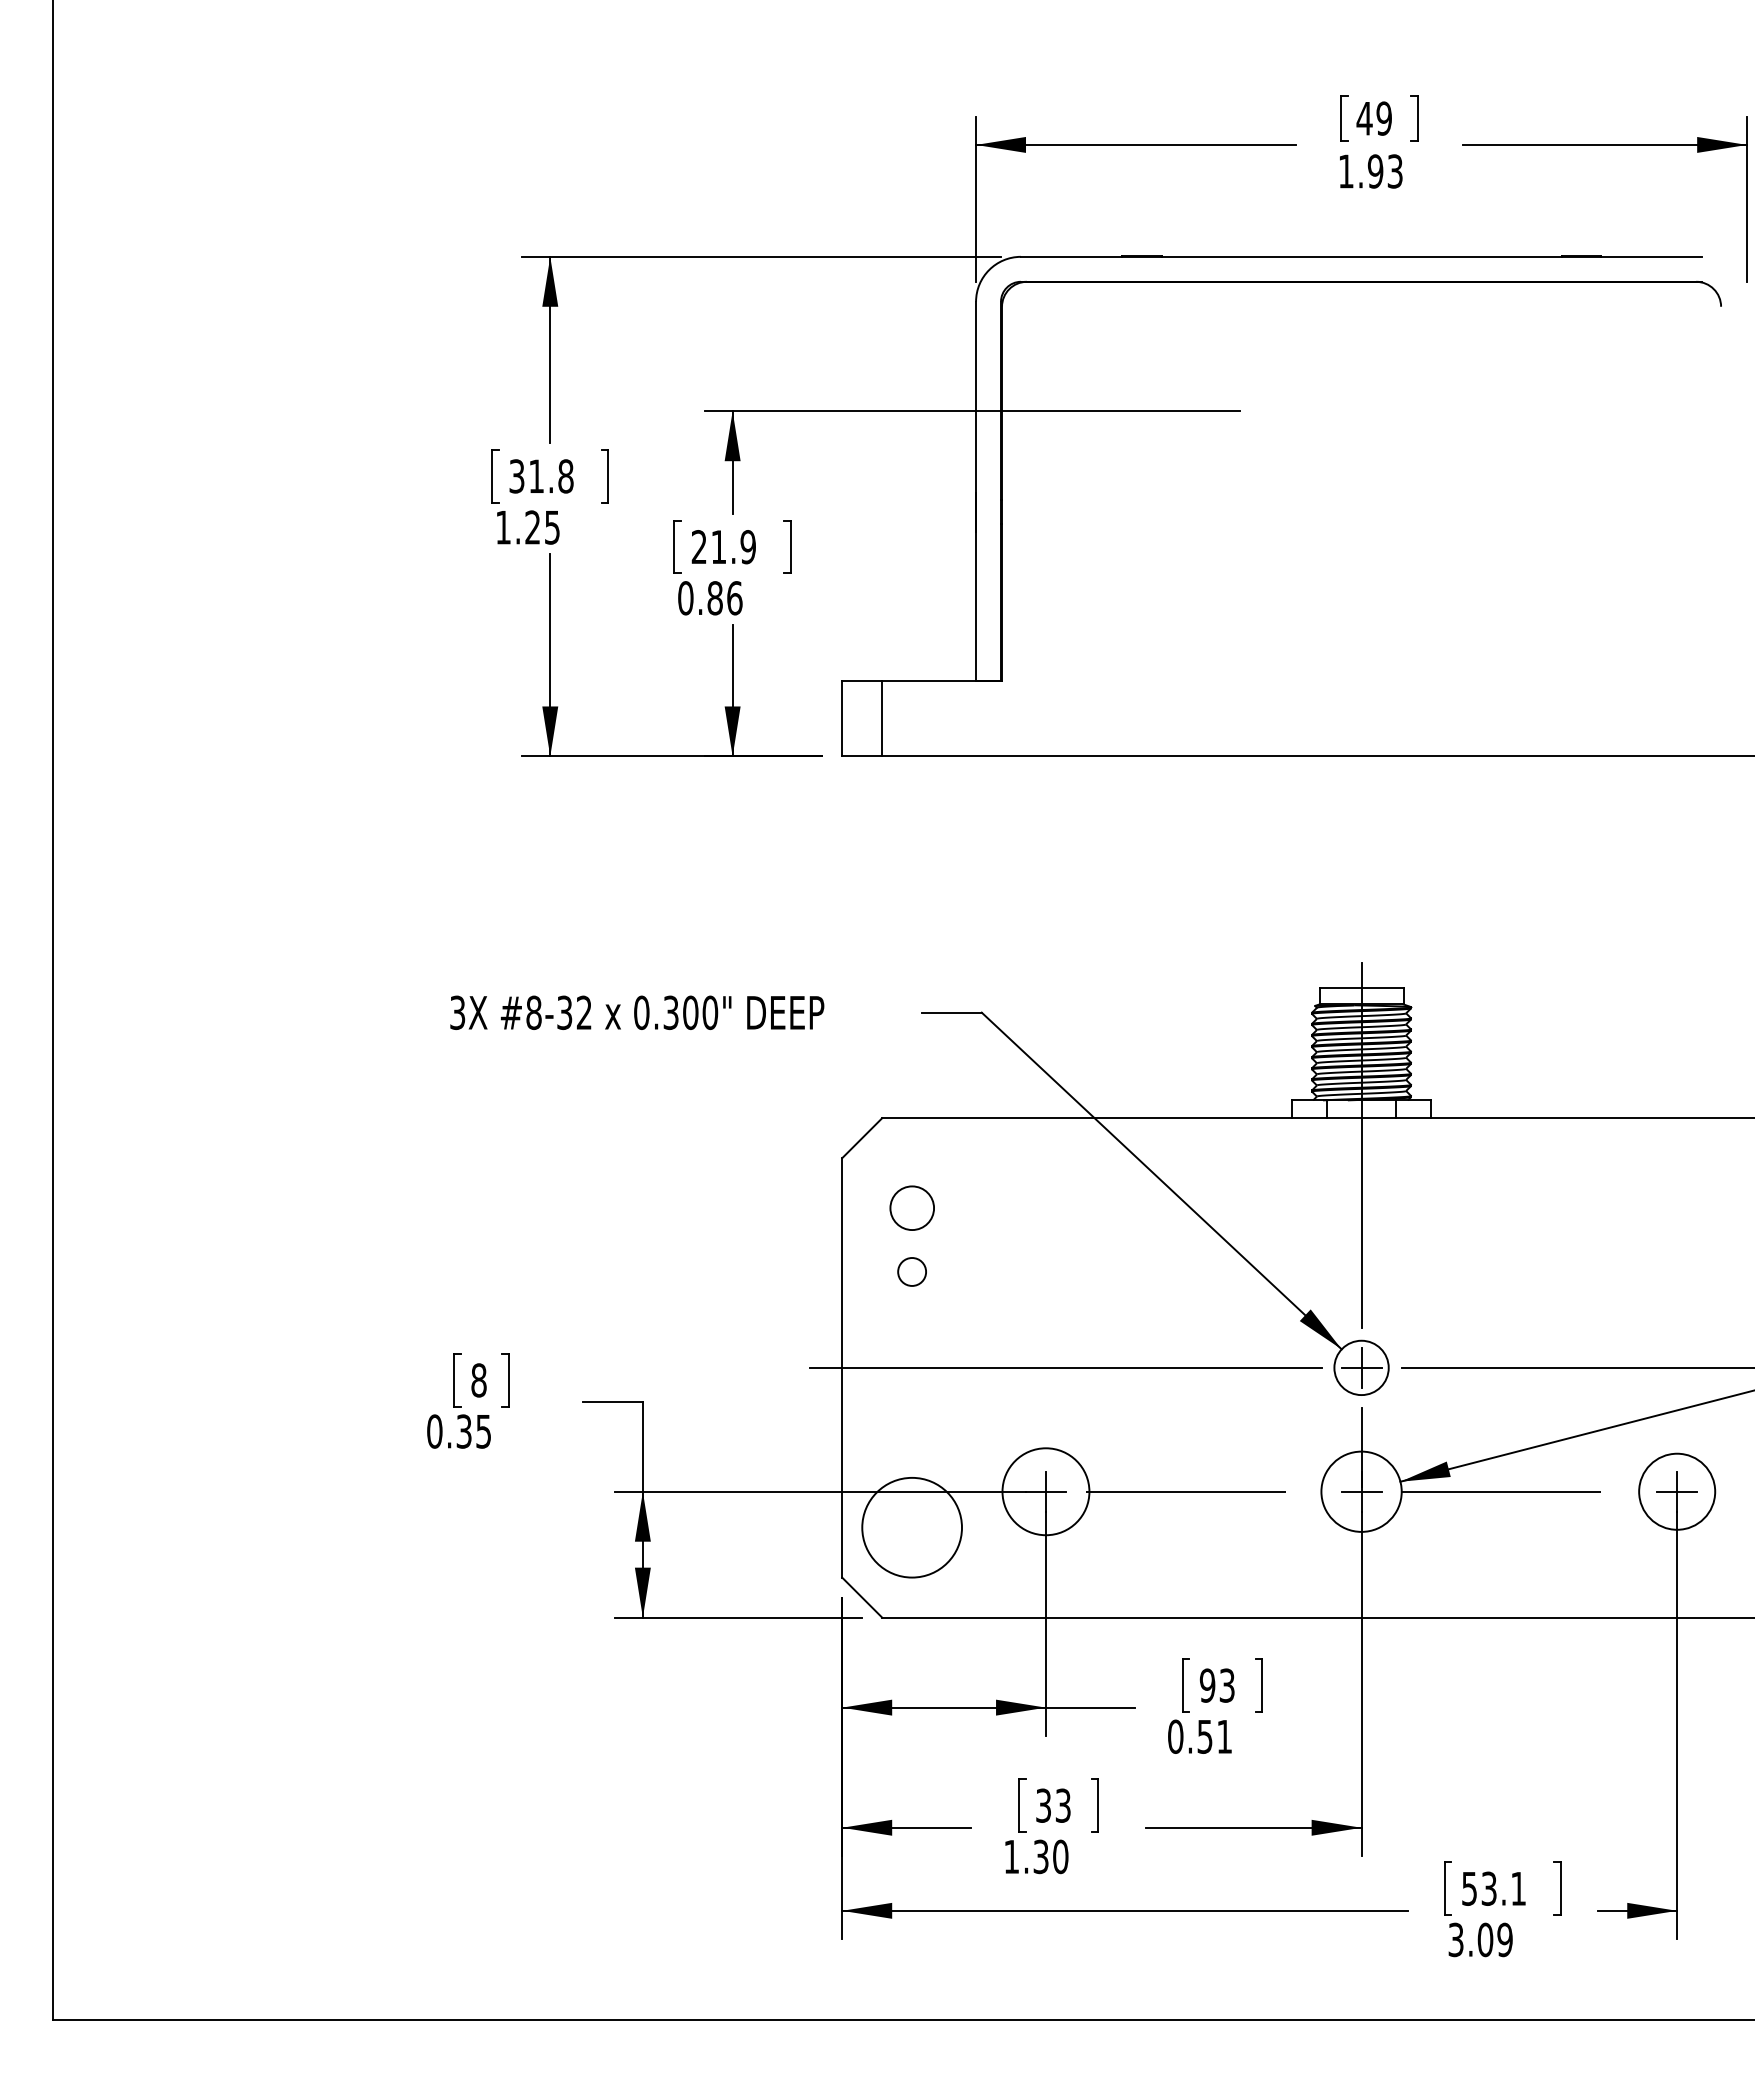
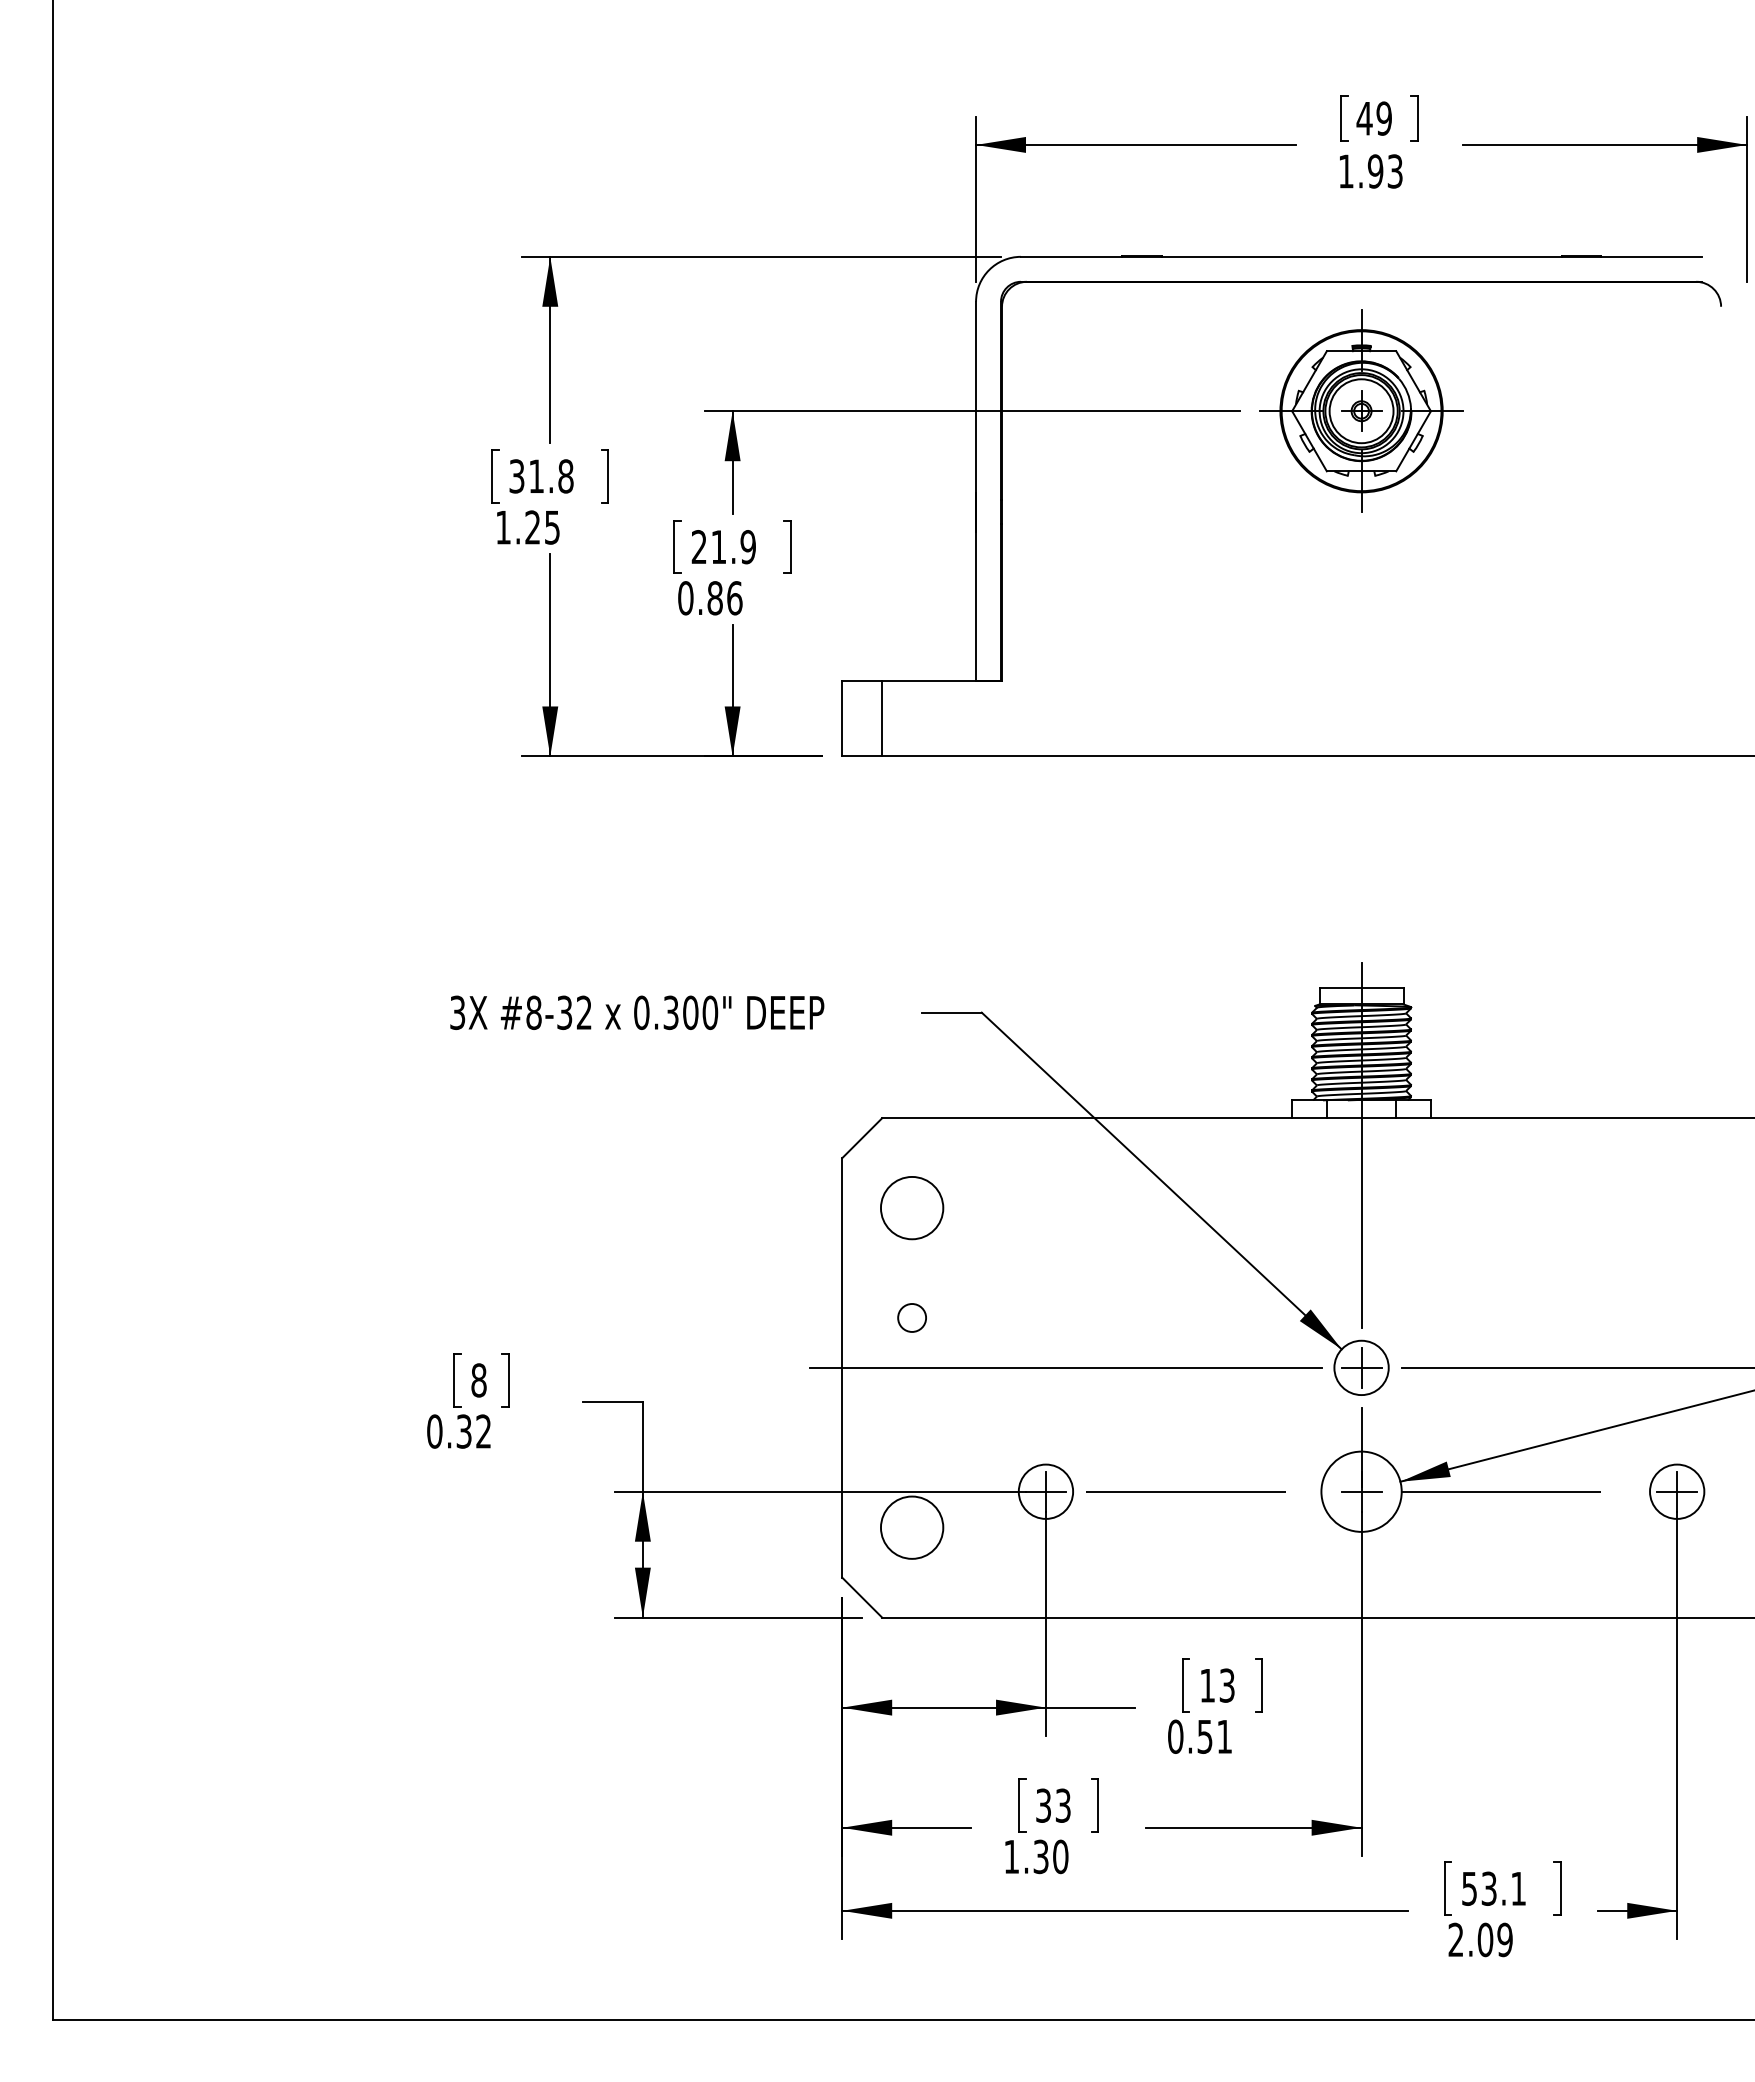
part at (1361, 410): none -> present
circle at (911, 1207) size: 46x46 px -> 65x65 px
circle at (911, 1271) position: (911, 1271) -> (911, 1317)
text at (483, 1431): 0.35 -> 0.32
circle at (1045, 1491) diameter: 87 px -> 54 px
circle at (1677, 1491) diameter: 76 px -> 54 px
circle at (912, 1527) diameter: 100 px -> 62 px
text at (1207, 1685): 93 -> 13
text at (1455, 1940): 3.09 -> 2.09
